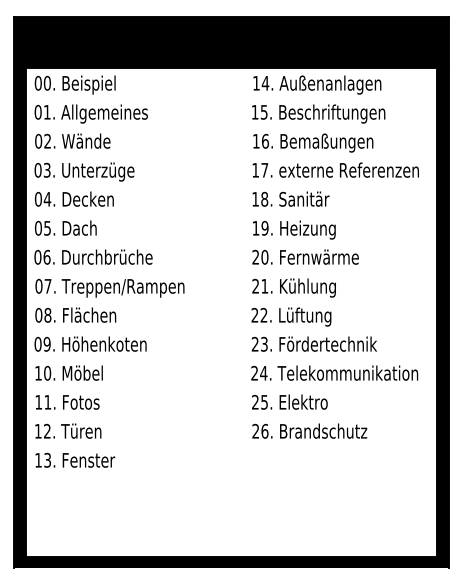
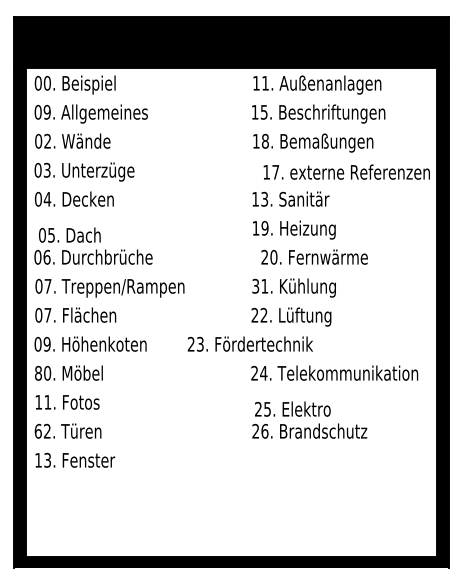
text at (265, 83): 14. -> 11.
text at (46, 111): 01. -> 09.
text at (264, 140): 16. -> 18.
text at (335, 169) position: (335, 169) -> (346, 171)
text at (264, 199): 18. -> 13.
text at (65, 227) position: (65, 227) -> (69, 234)
text at (305, 256) position: (305, 256) -> (314, 256)
text at (255, 286): 21. -> 31.
text at (47, 314): 08. -> 07.
text at (313, 343) position: (313, 343) -> (249, 343)
text at (38, 372): 10. -> 80.
text at (289, 401) position: (289, 401) -> (292, 408)
text at (37, 430): 12. -> 62.
